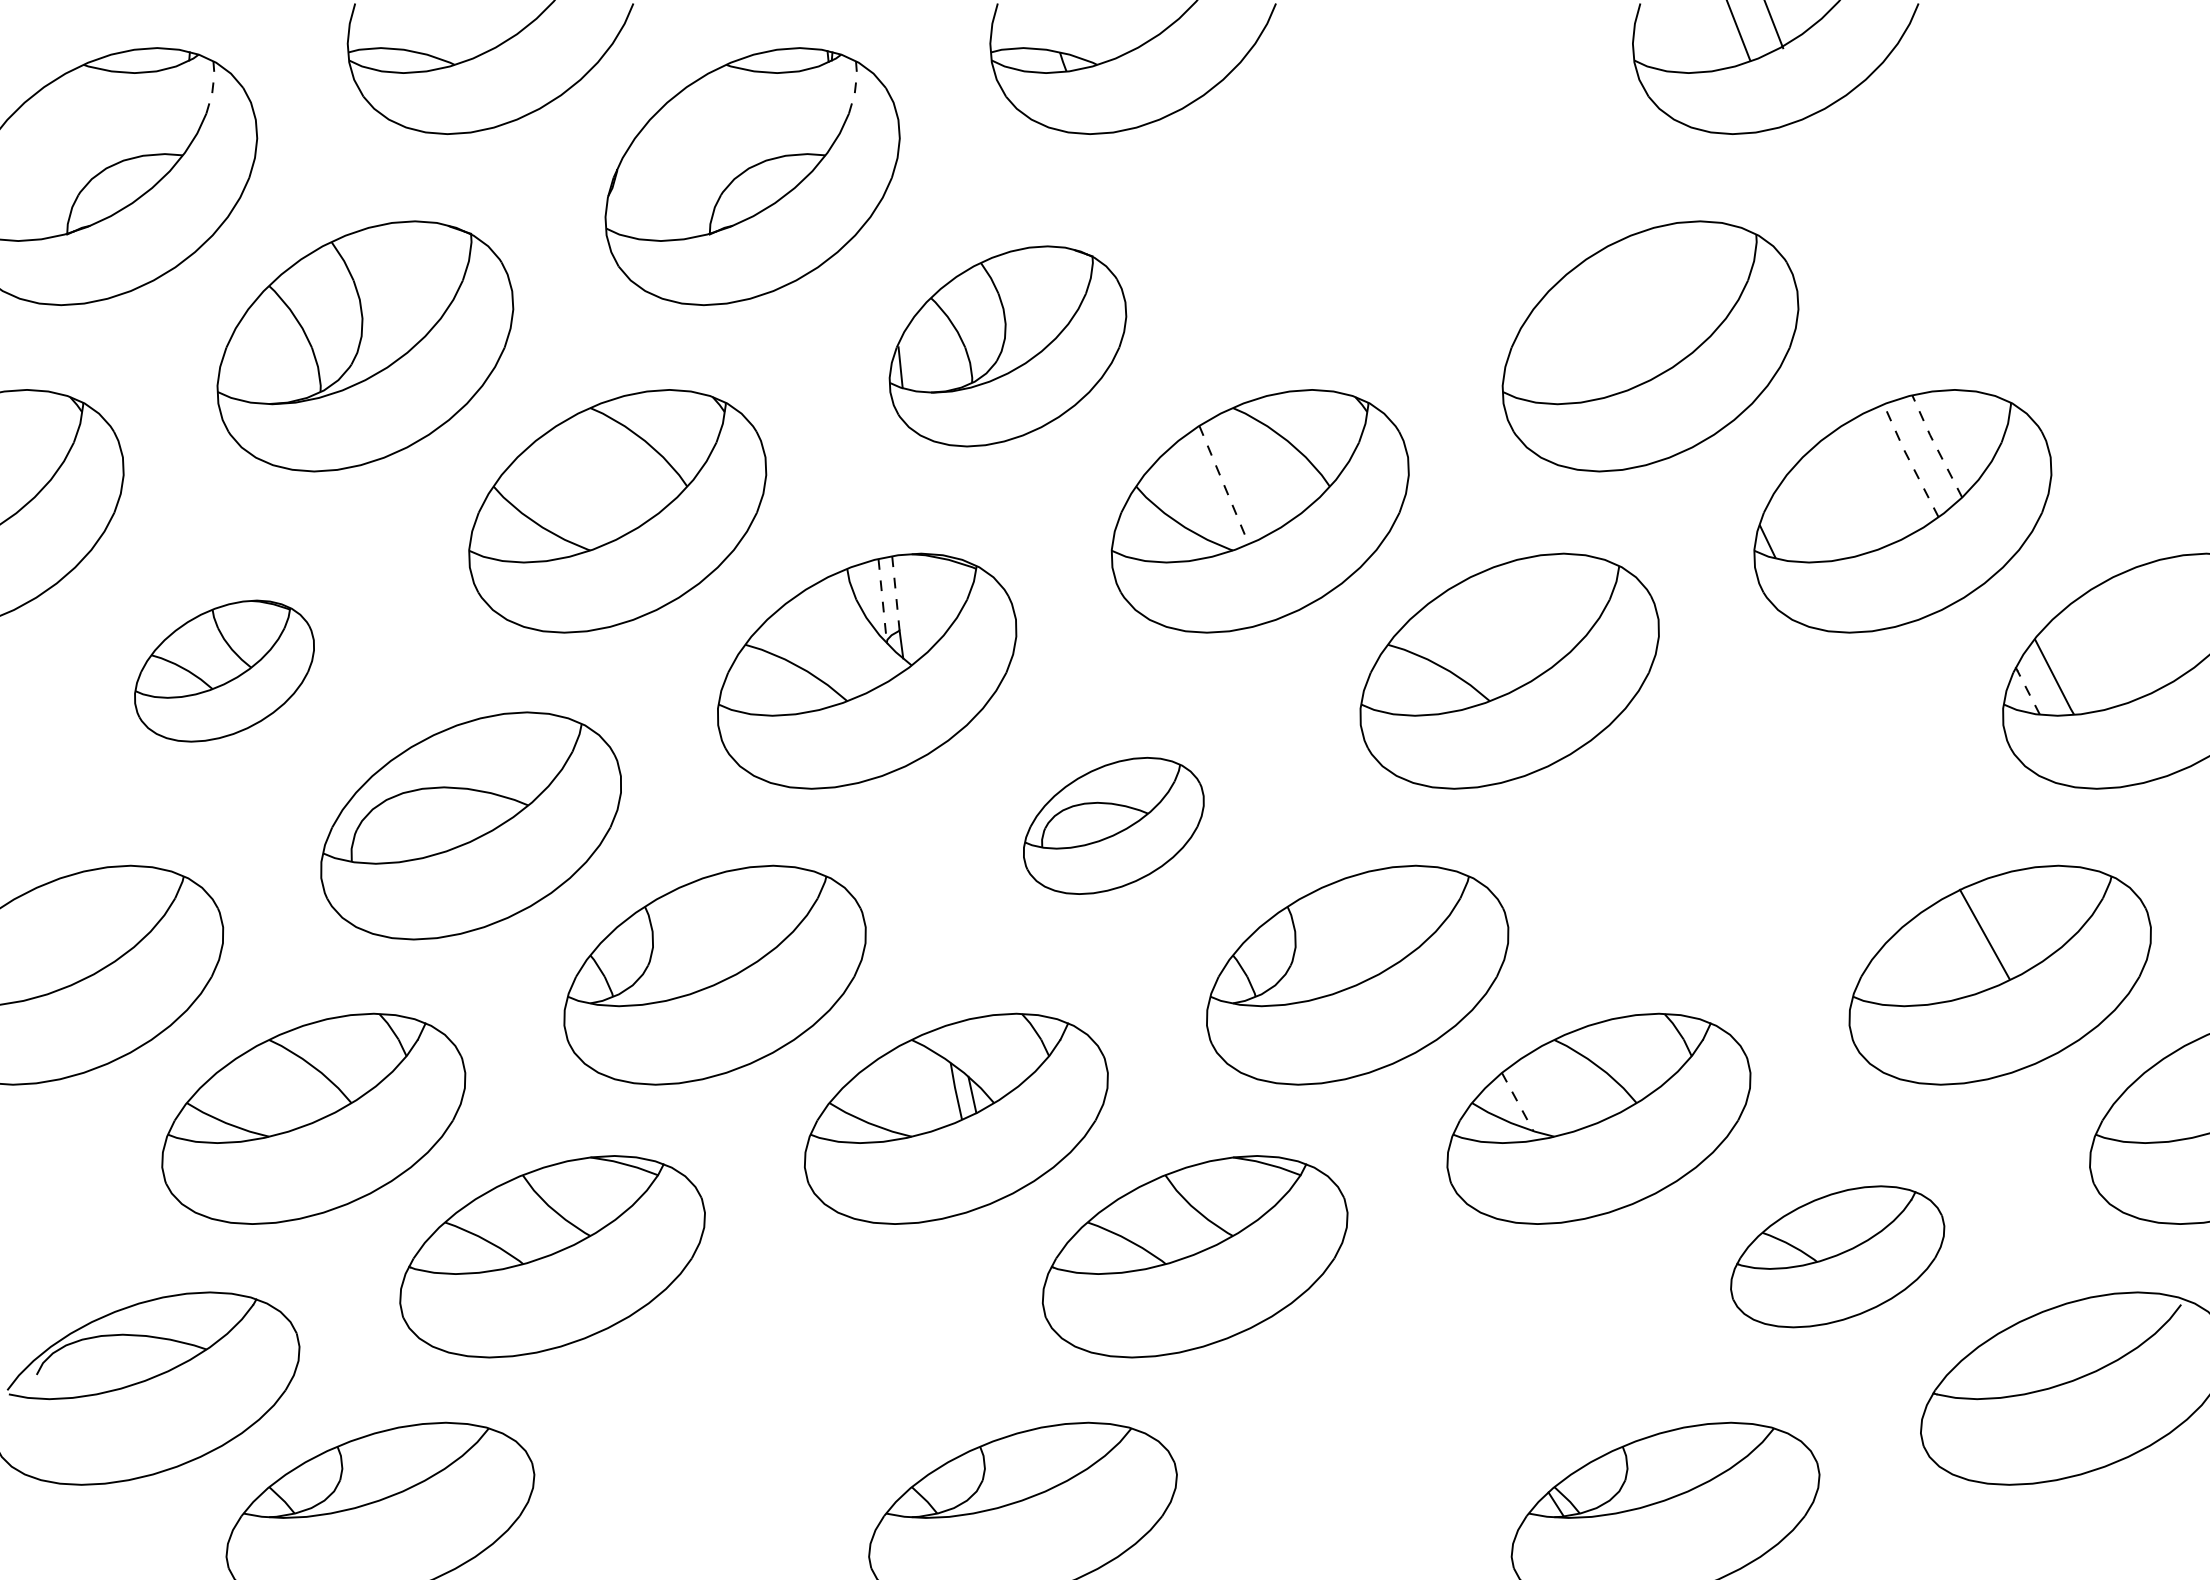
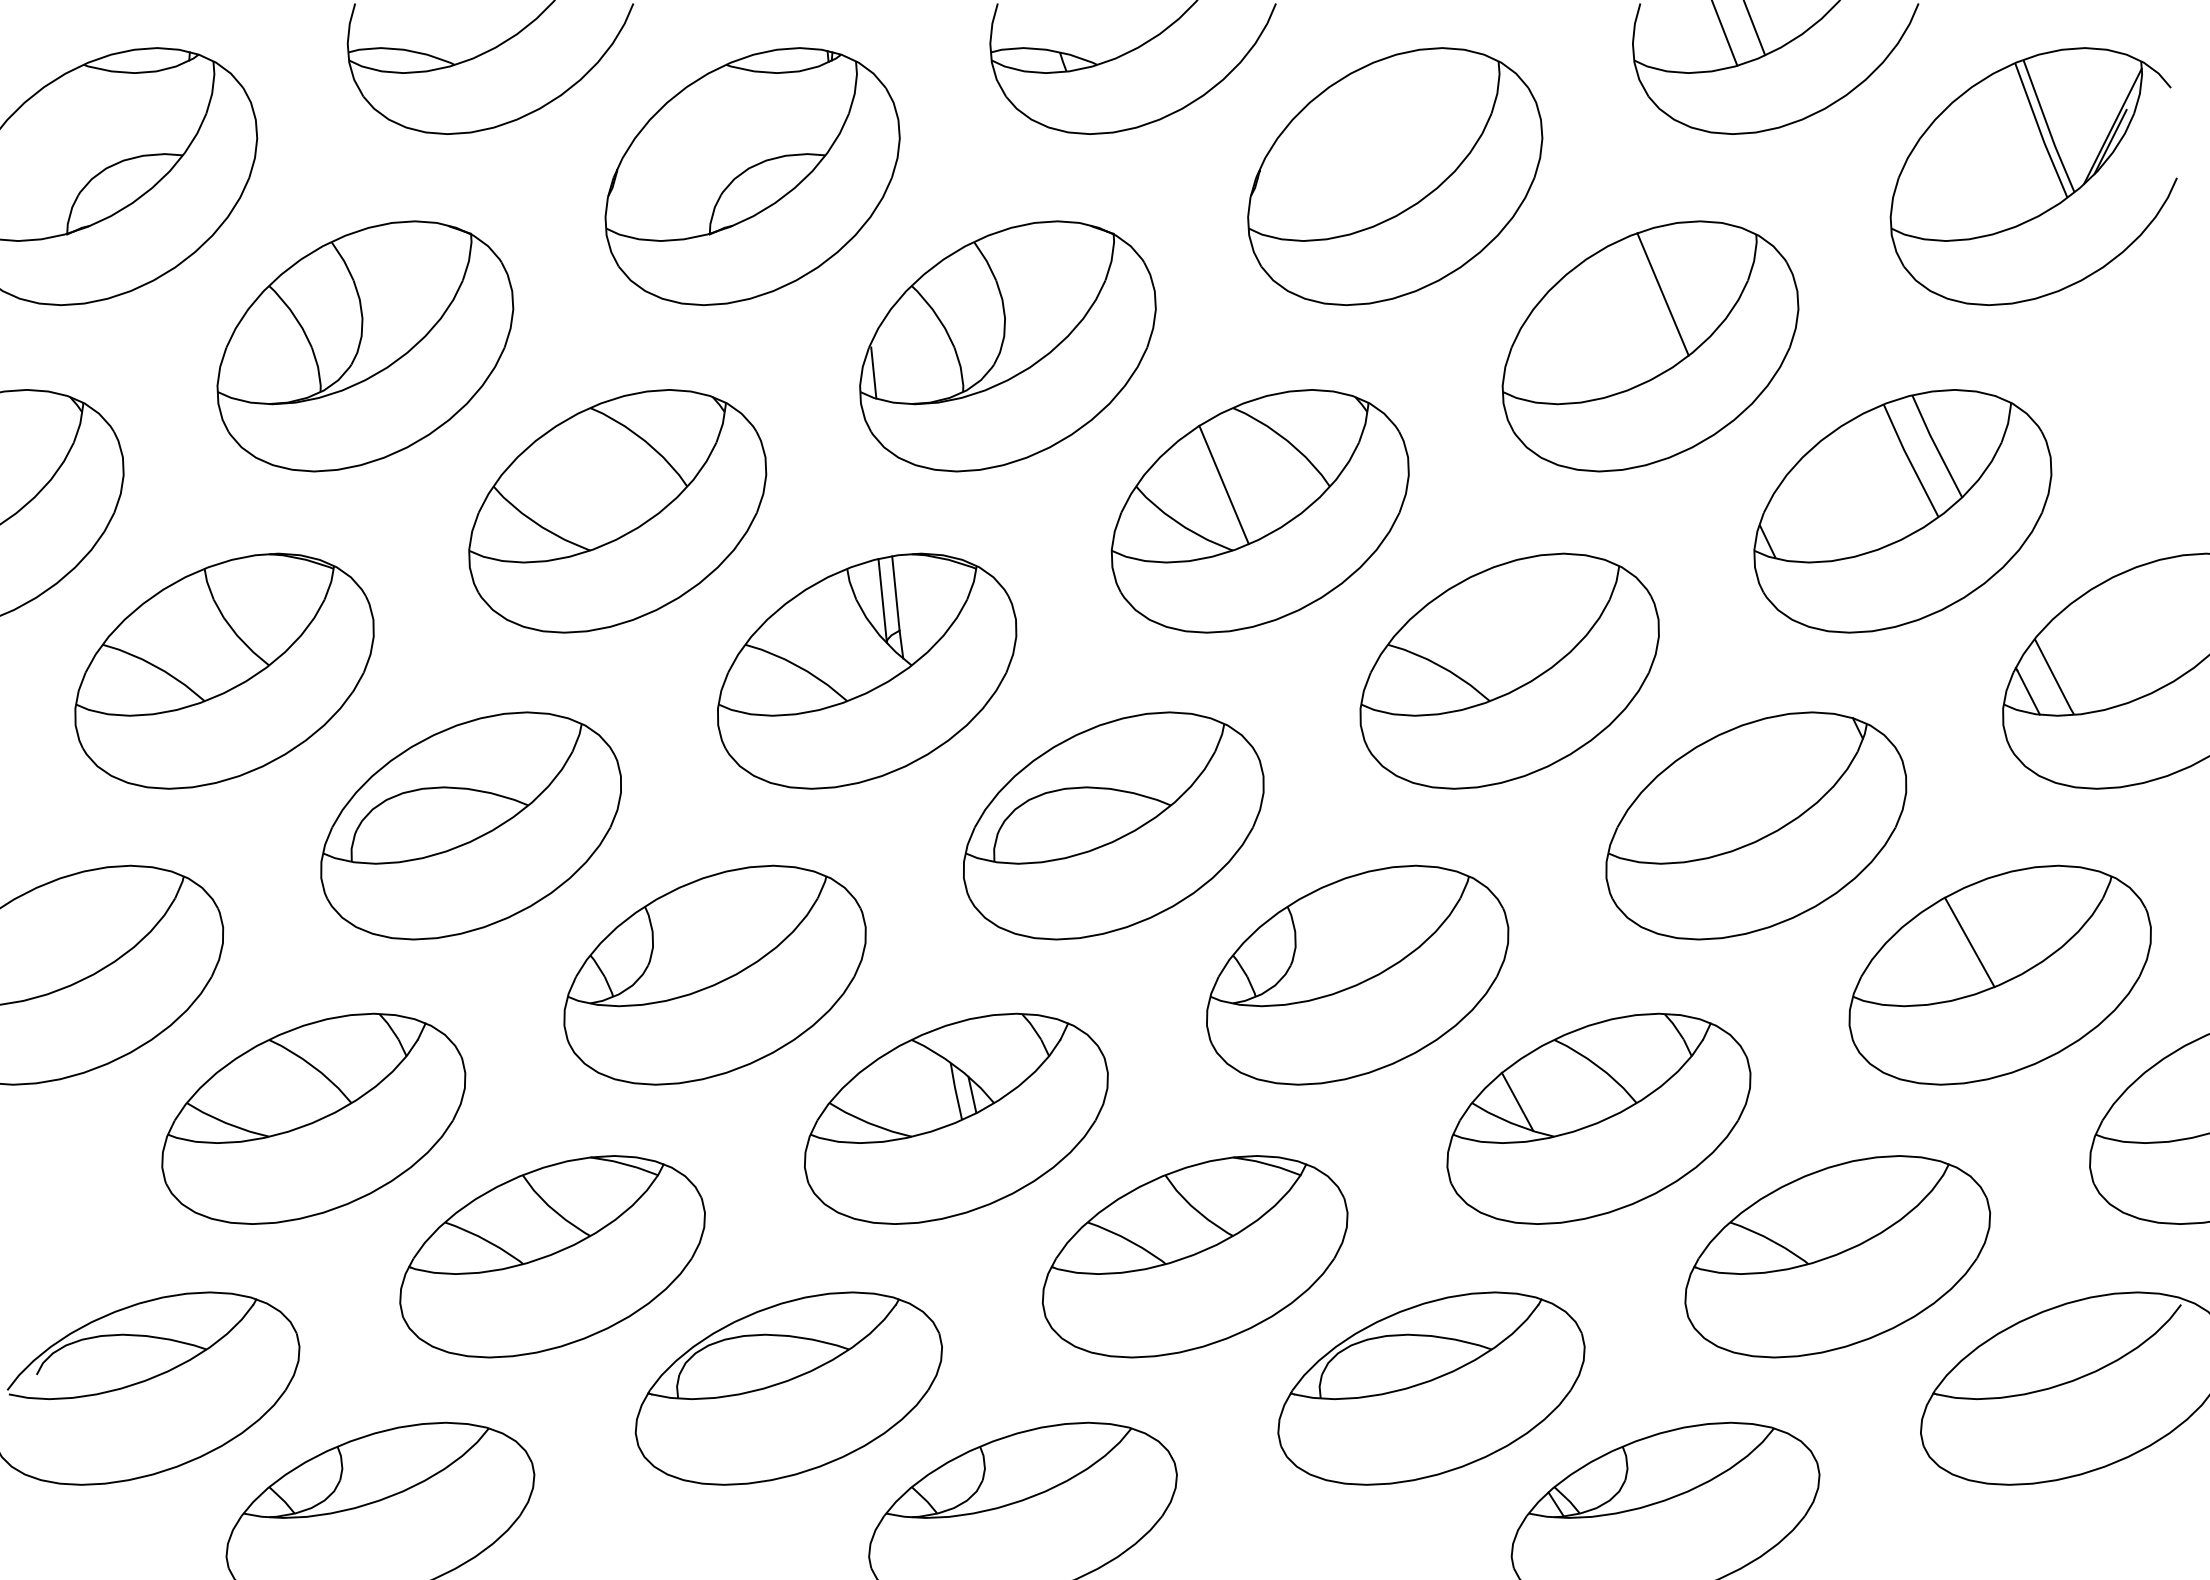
line at (1774, 25) position: (1774, 25) -> (1754, 28)
line at (1738, 31) position: (1738, 31) -> (1724, 33)
line at (212, 88): dashed -> solid
line at (855, 88): dashed -> solid
part at (1395, 176): none -> present
part at (2033, 176): none -> present
line at (1662, 294): none -> present
part at (1007, 346) size: 240x203 px -> 298x253 px
line at (1935, 446): dashed -> solid
line at (1909, 460): dashed -> solid
line at (1224, 485): dashed -> solid
line at (895, 594): dashed -> solid
line at (882, 600): dashed -> solid
part at (224, 670) size: 181x144 px -> 301x238 px
line at (2028, 692): dashed -> solid
part at (1113, 825) size: 182x139 px -> 302x230 px
part at (1756, 825): none -> present
line at (1984, 934) position: (1984, 934) -> (1969, 942)
line at (1517, 1102): dashed -> solid
part at (1837, 1256) size: 216x144 px -> 307x204 px
part at (788, 1388): none -> present
part at (1431, 1388): none -> present
